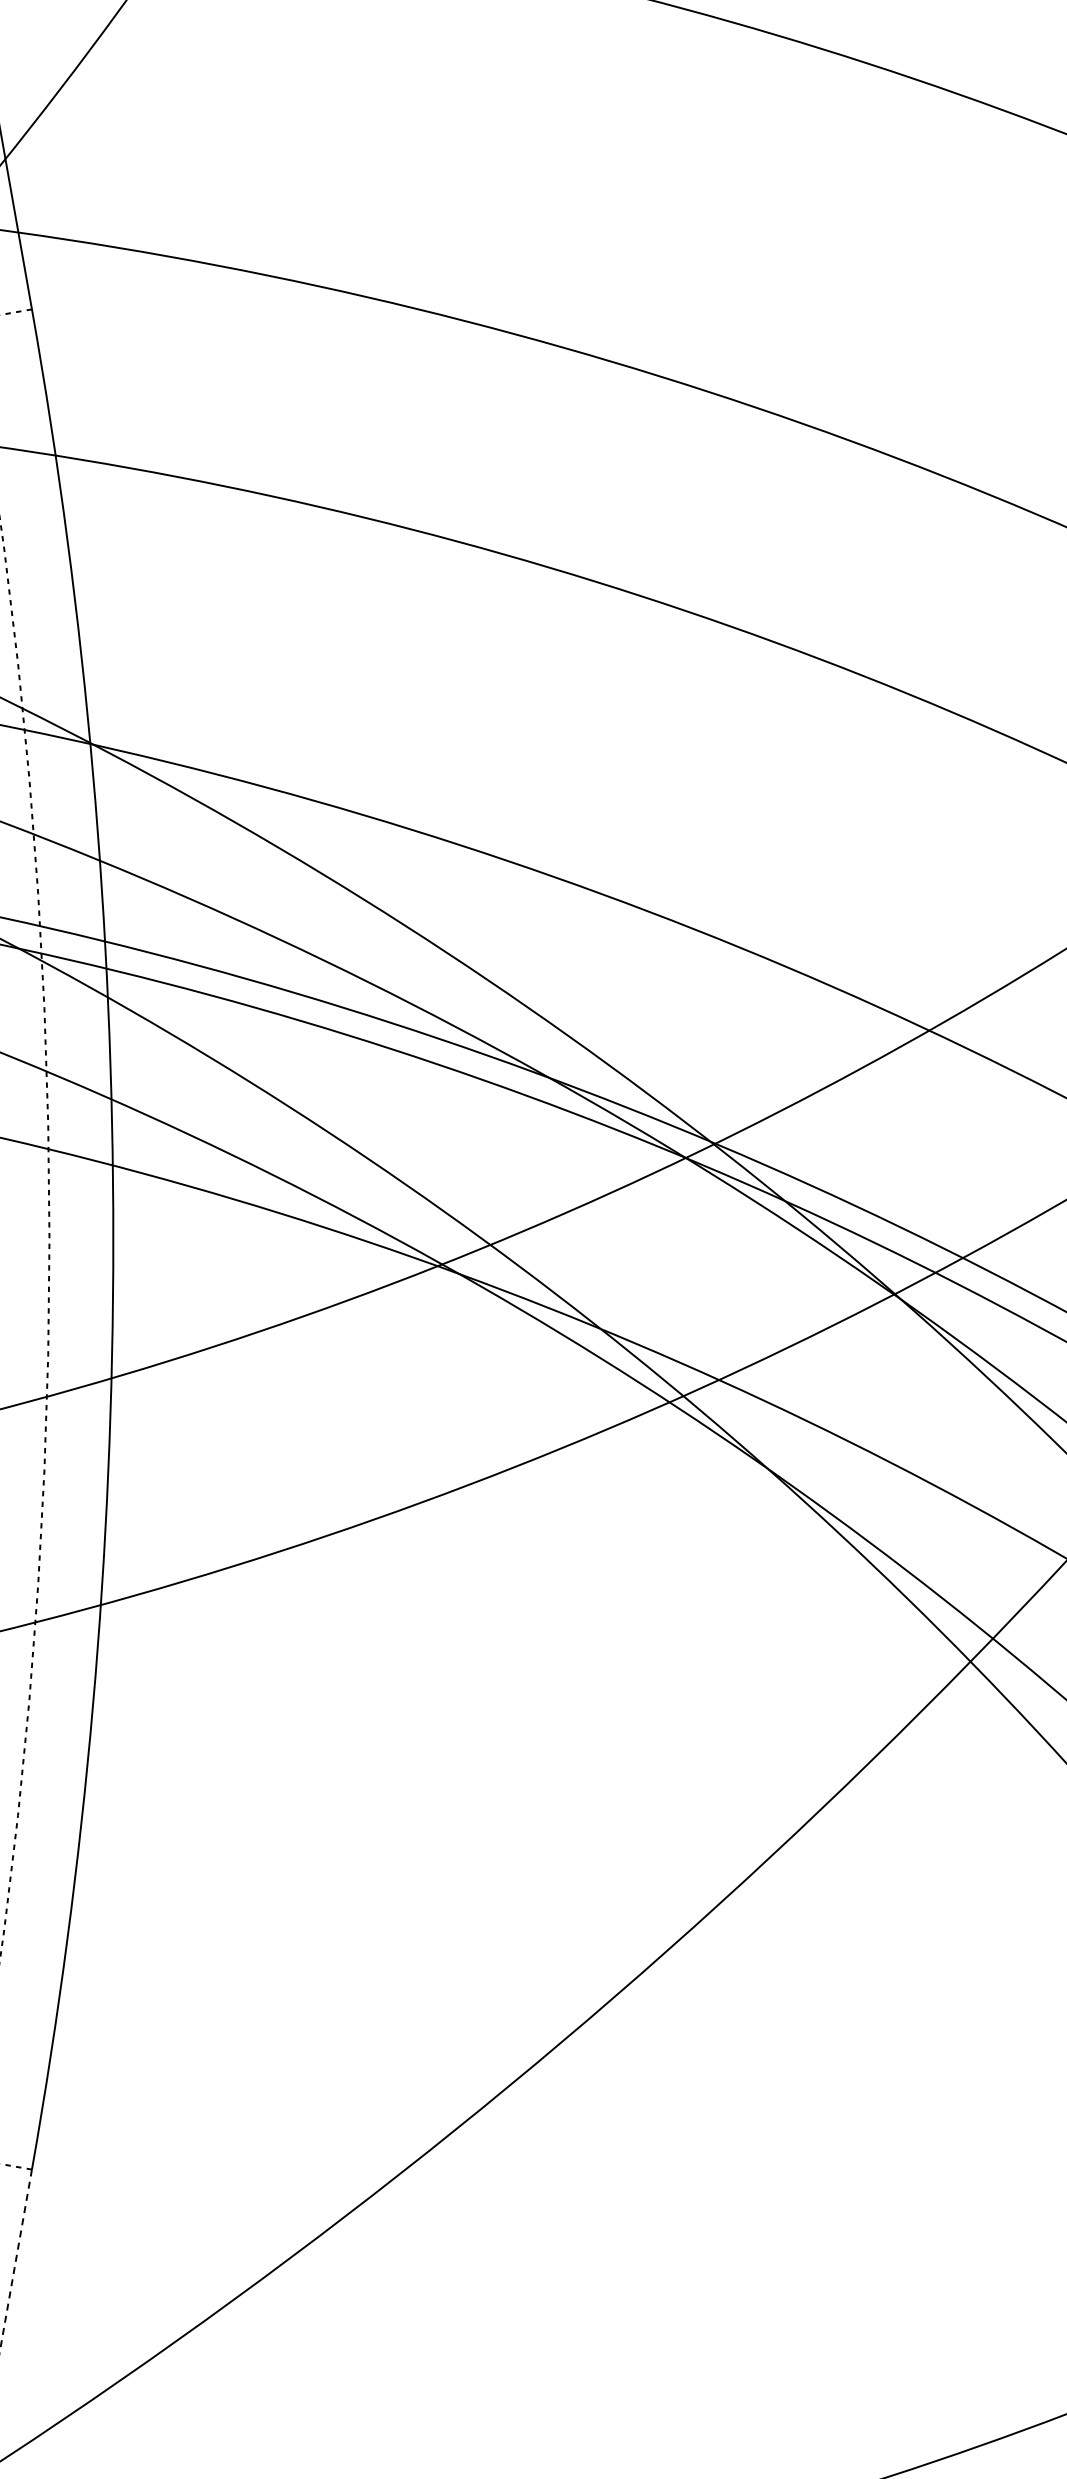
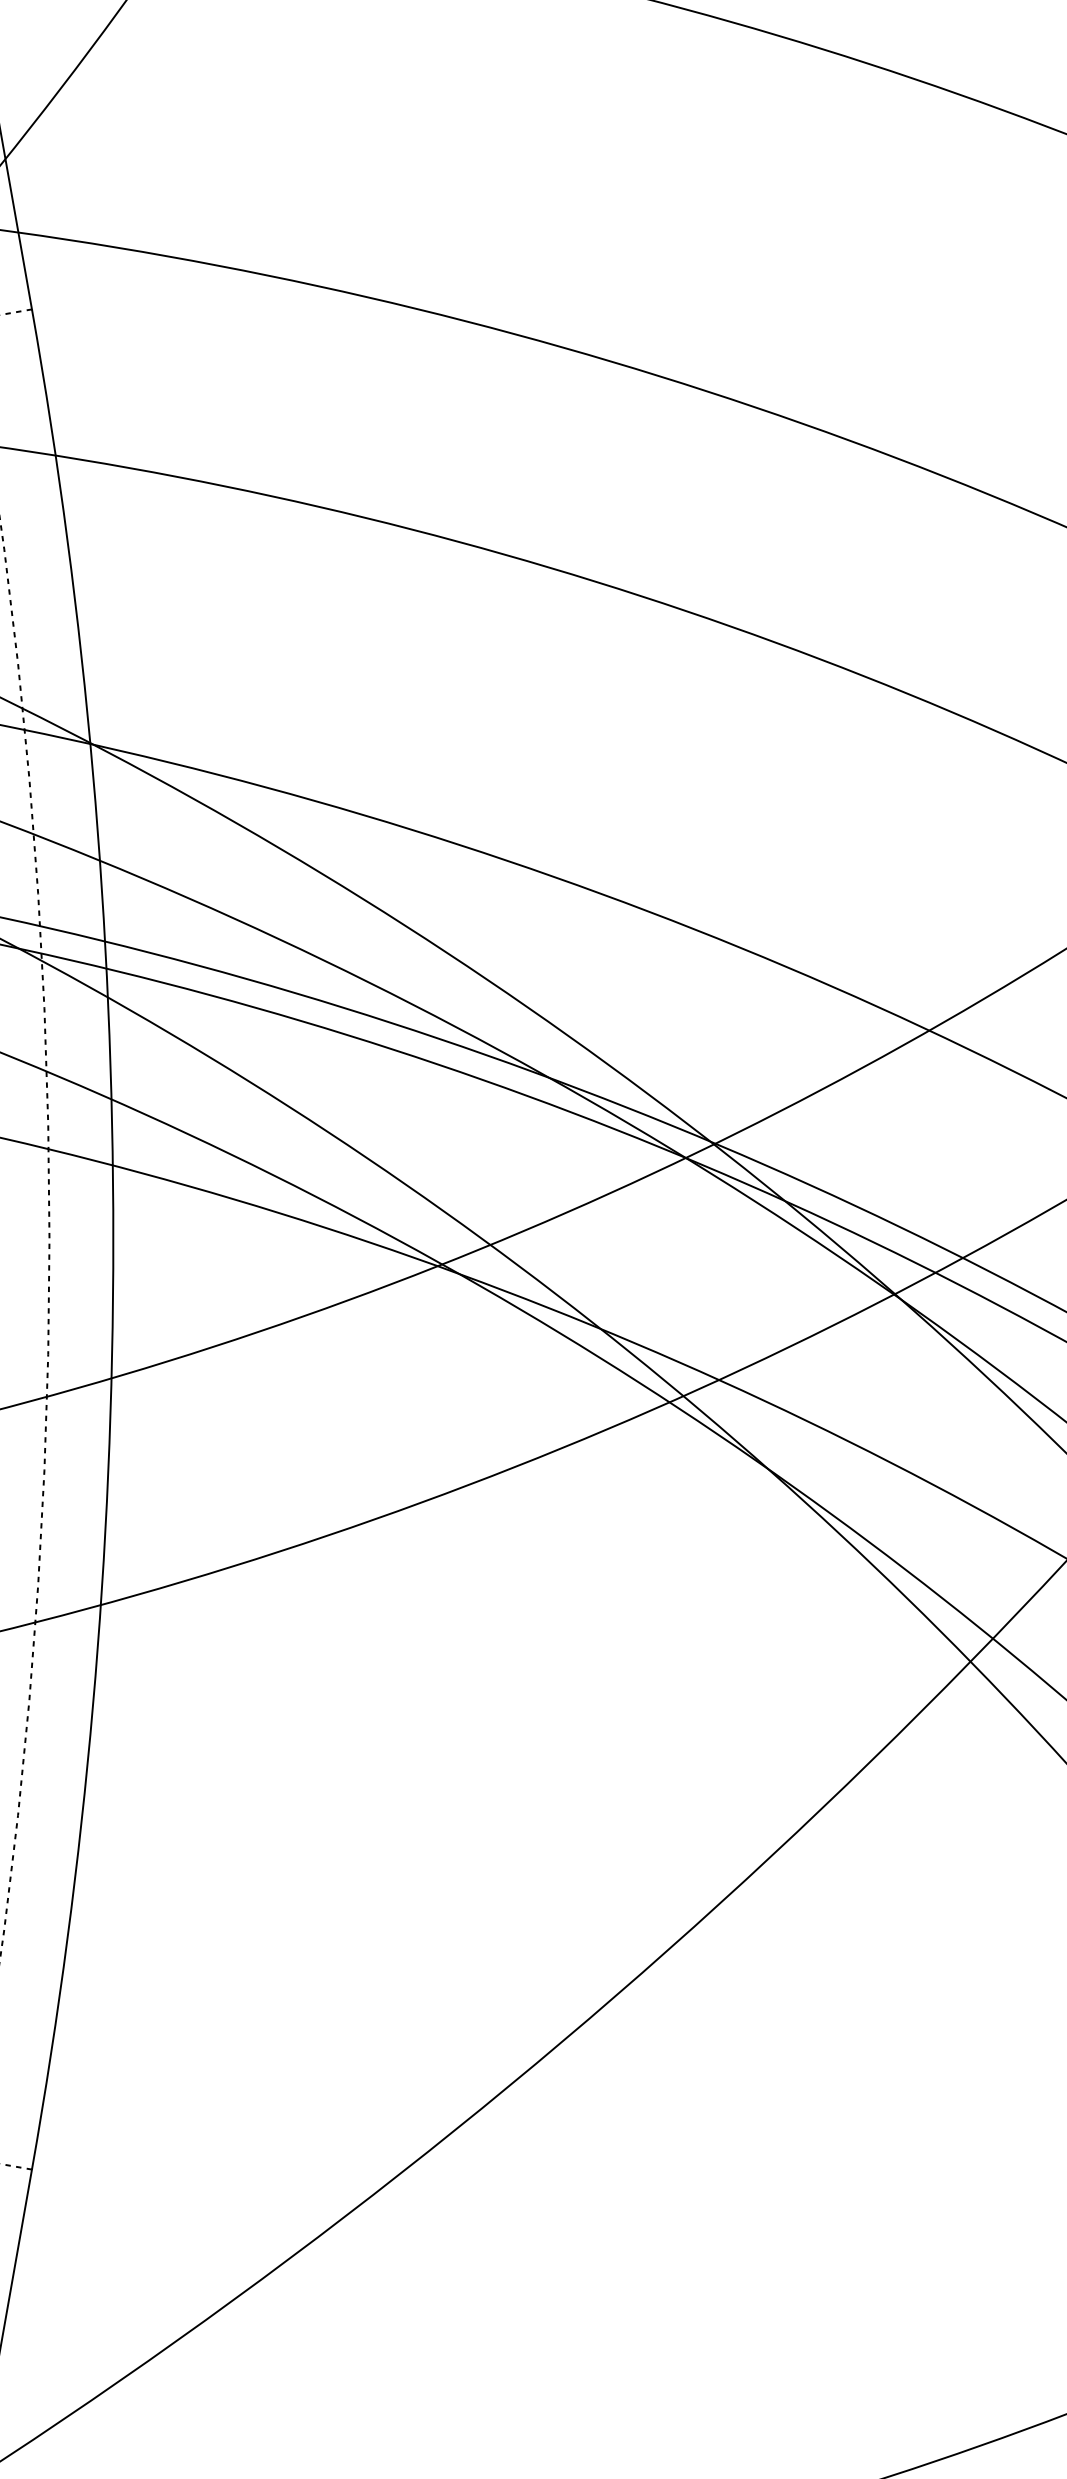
line at (16, 2260): dashed -> solid
